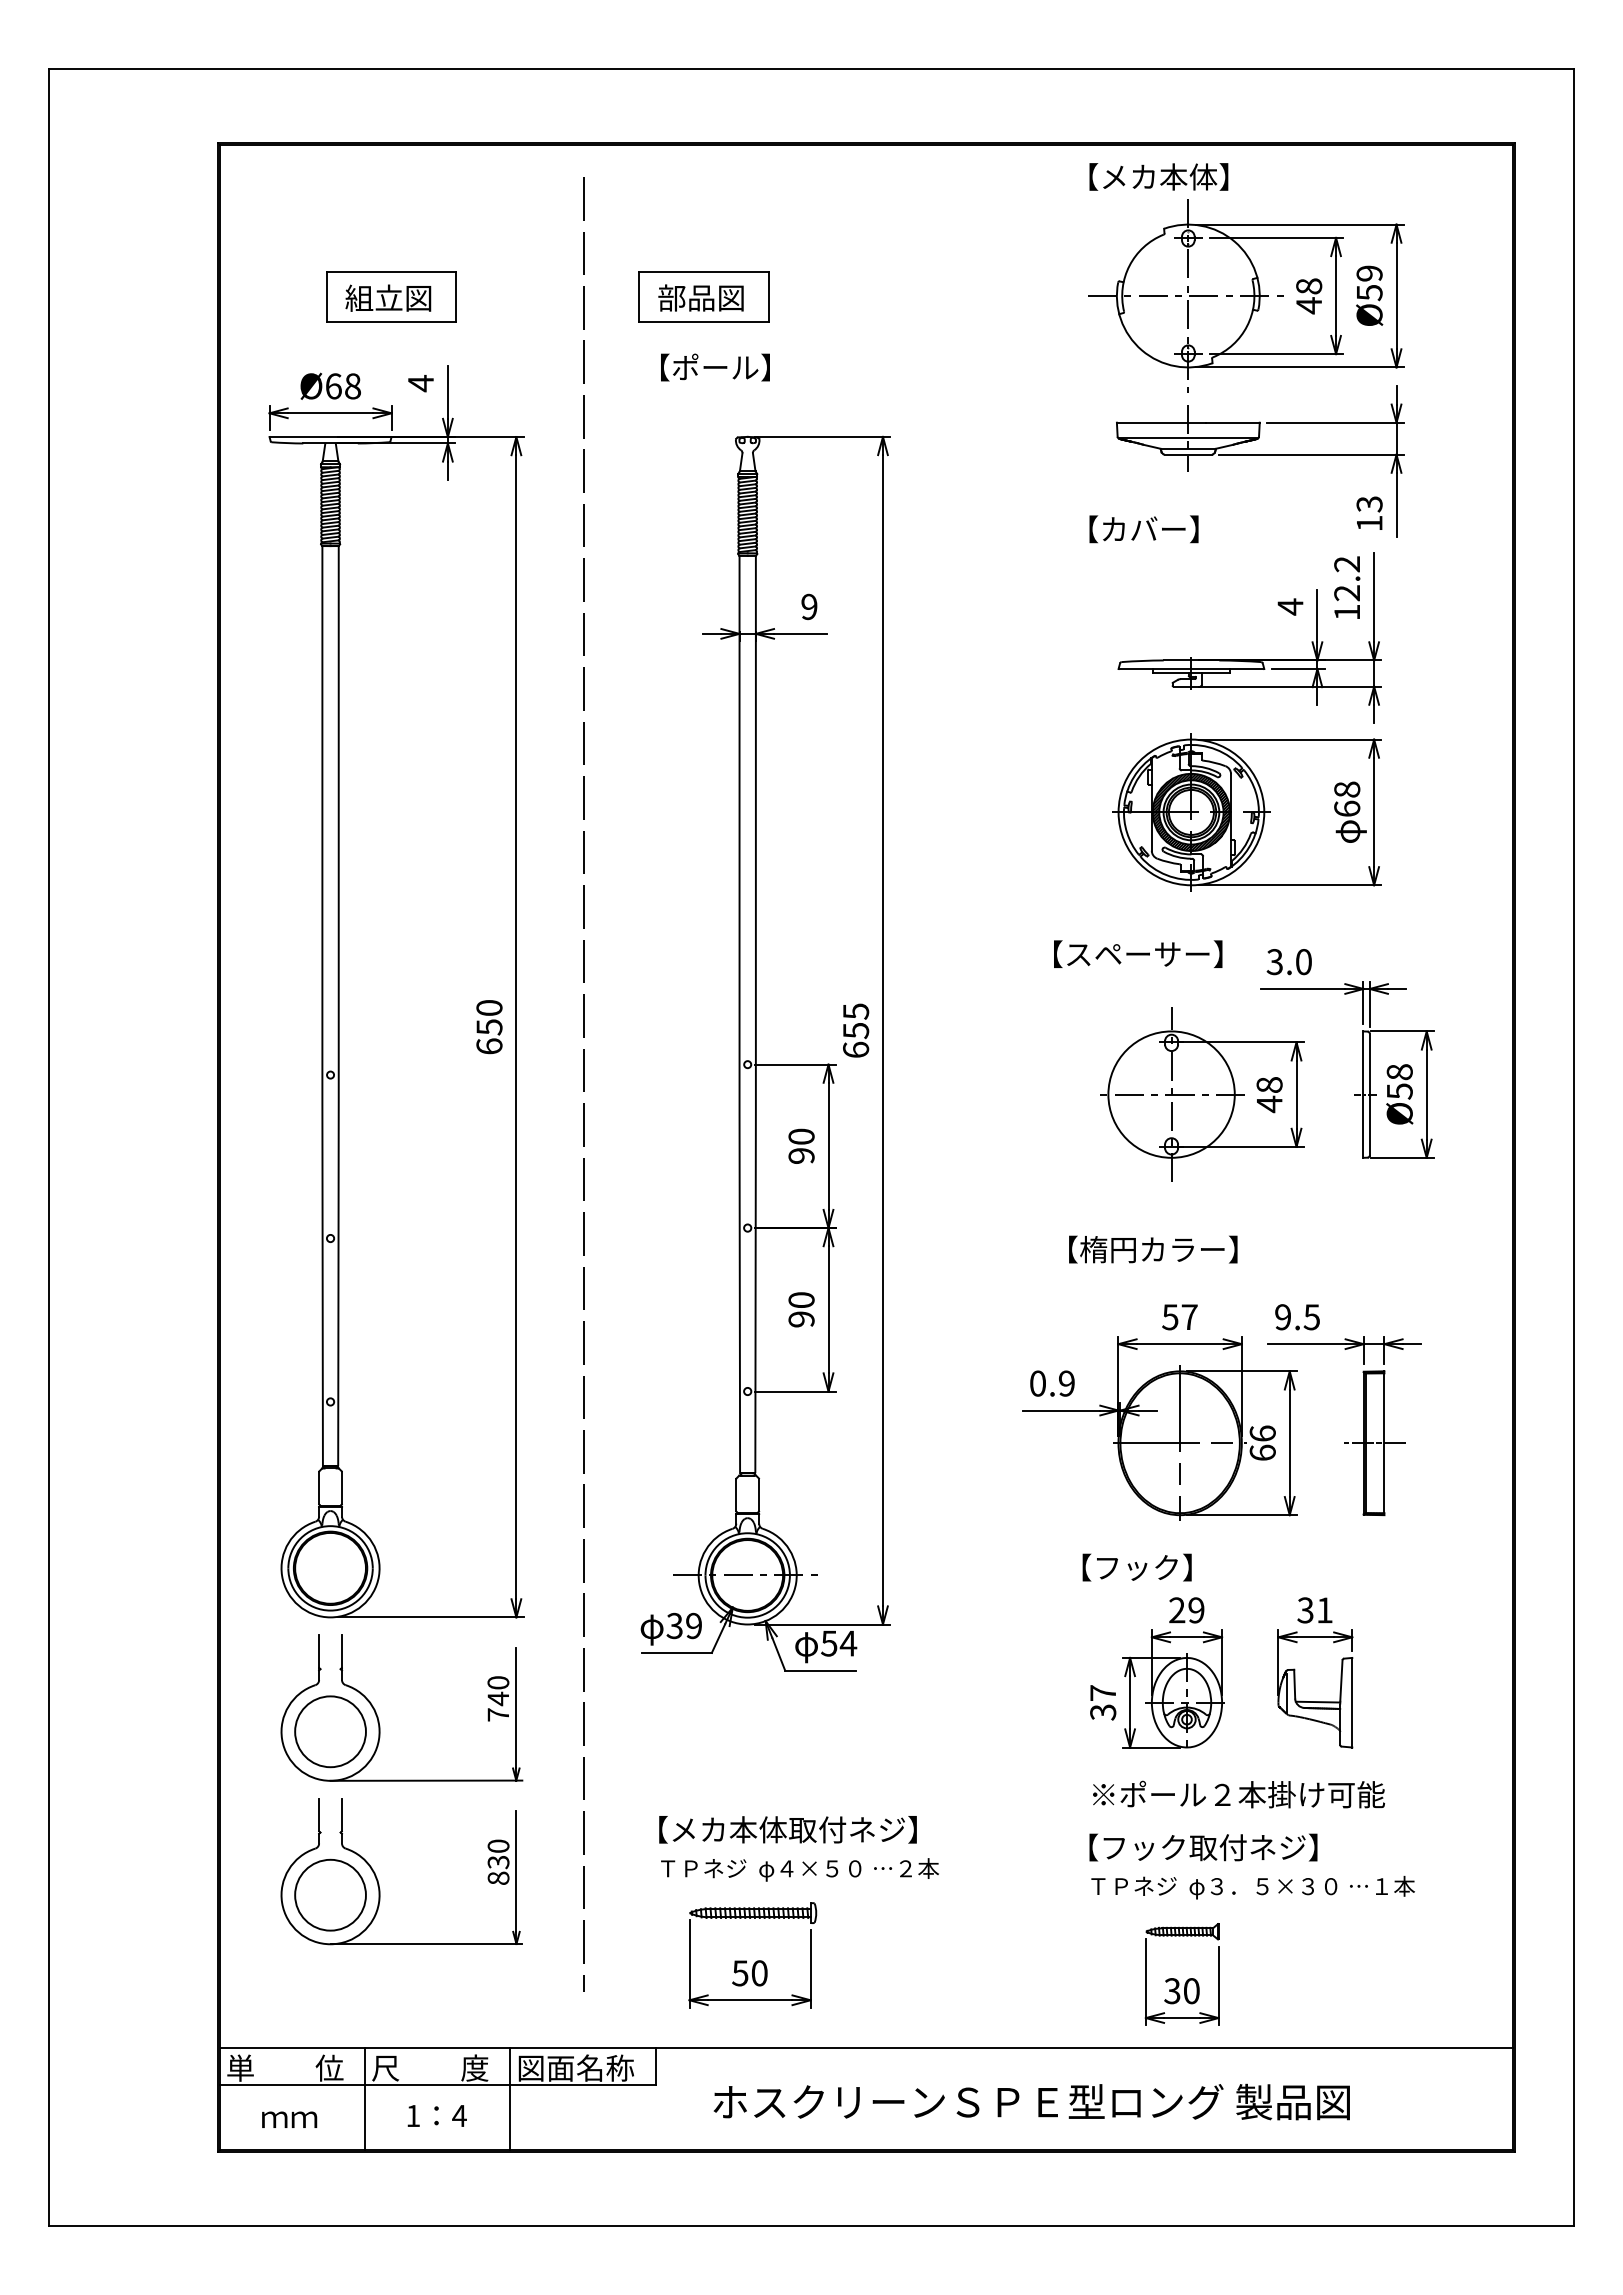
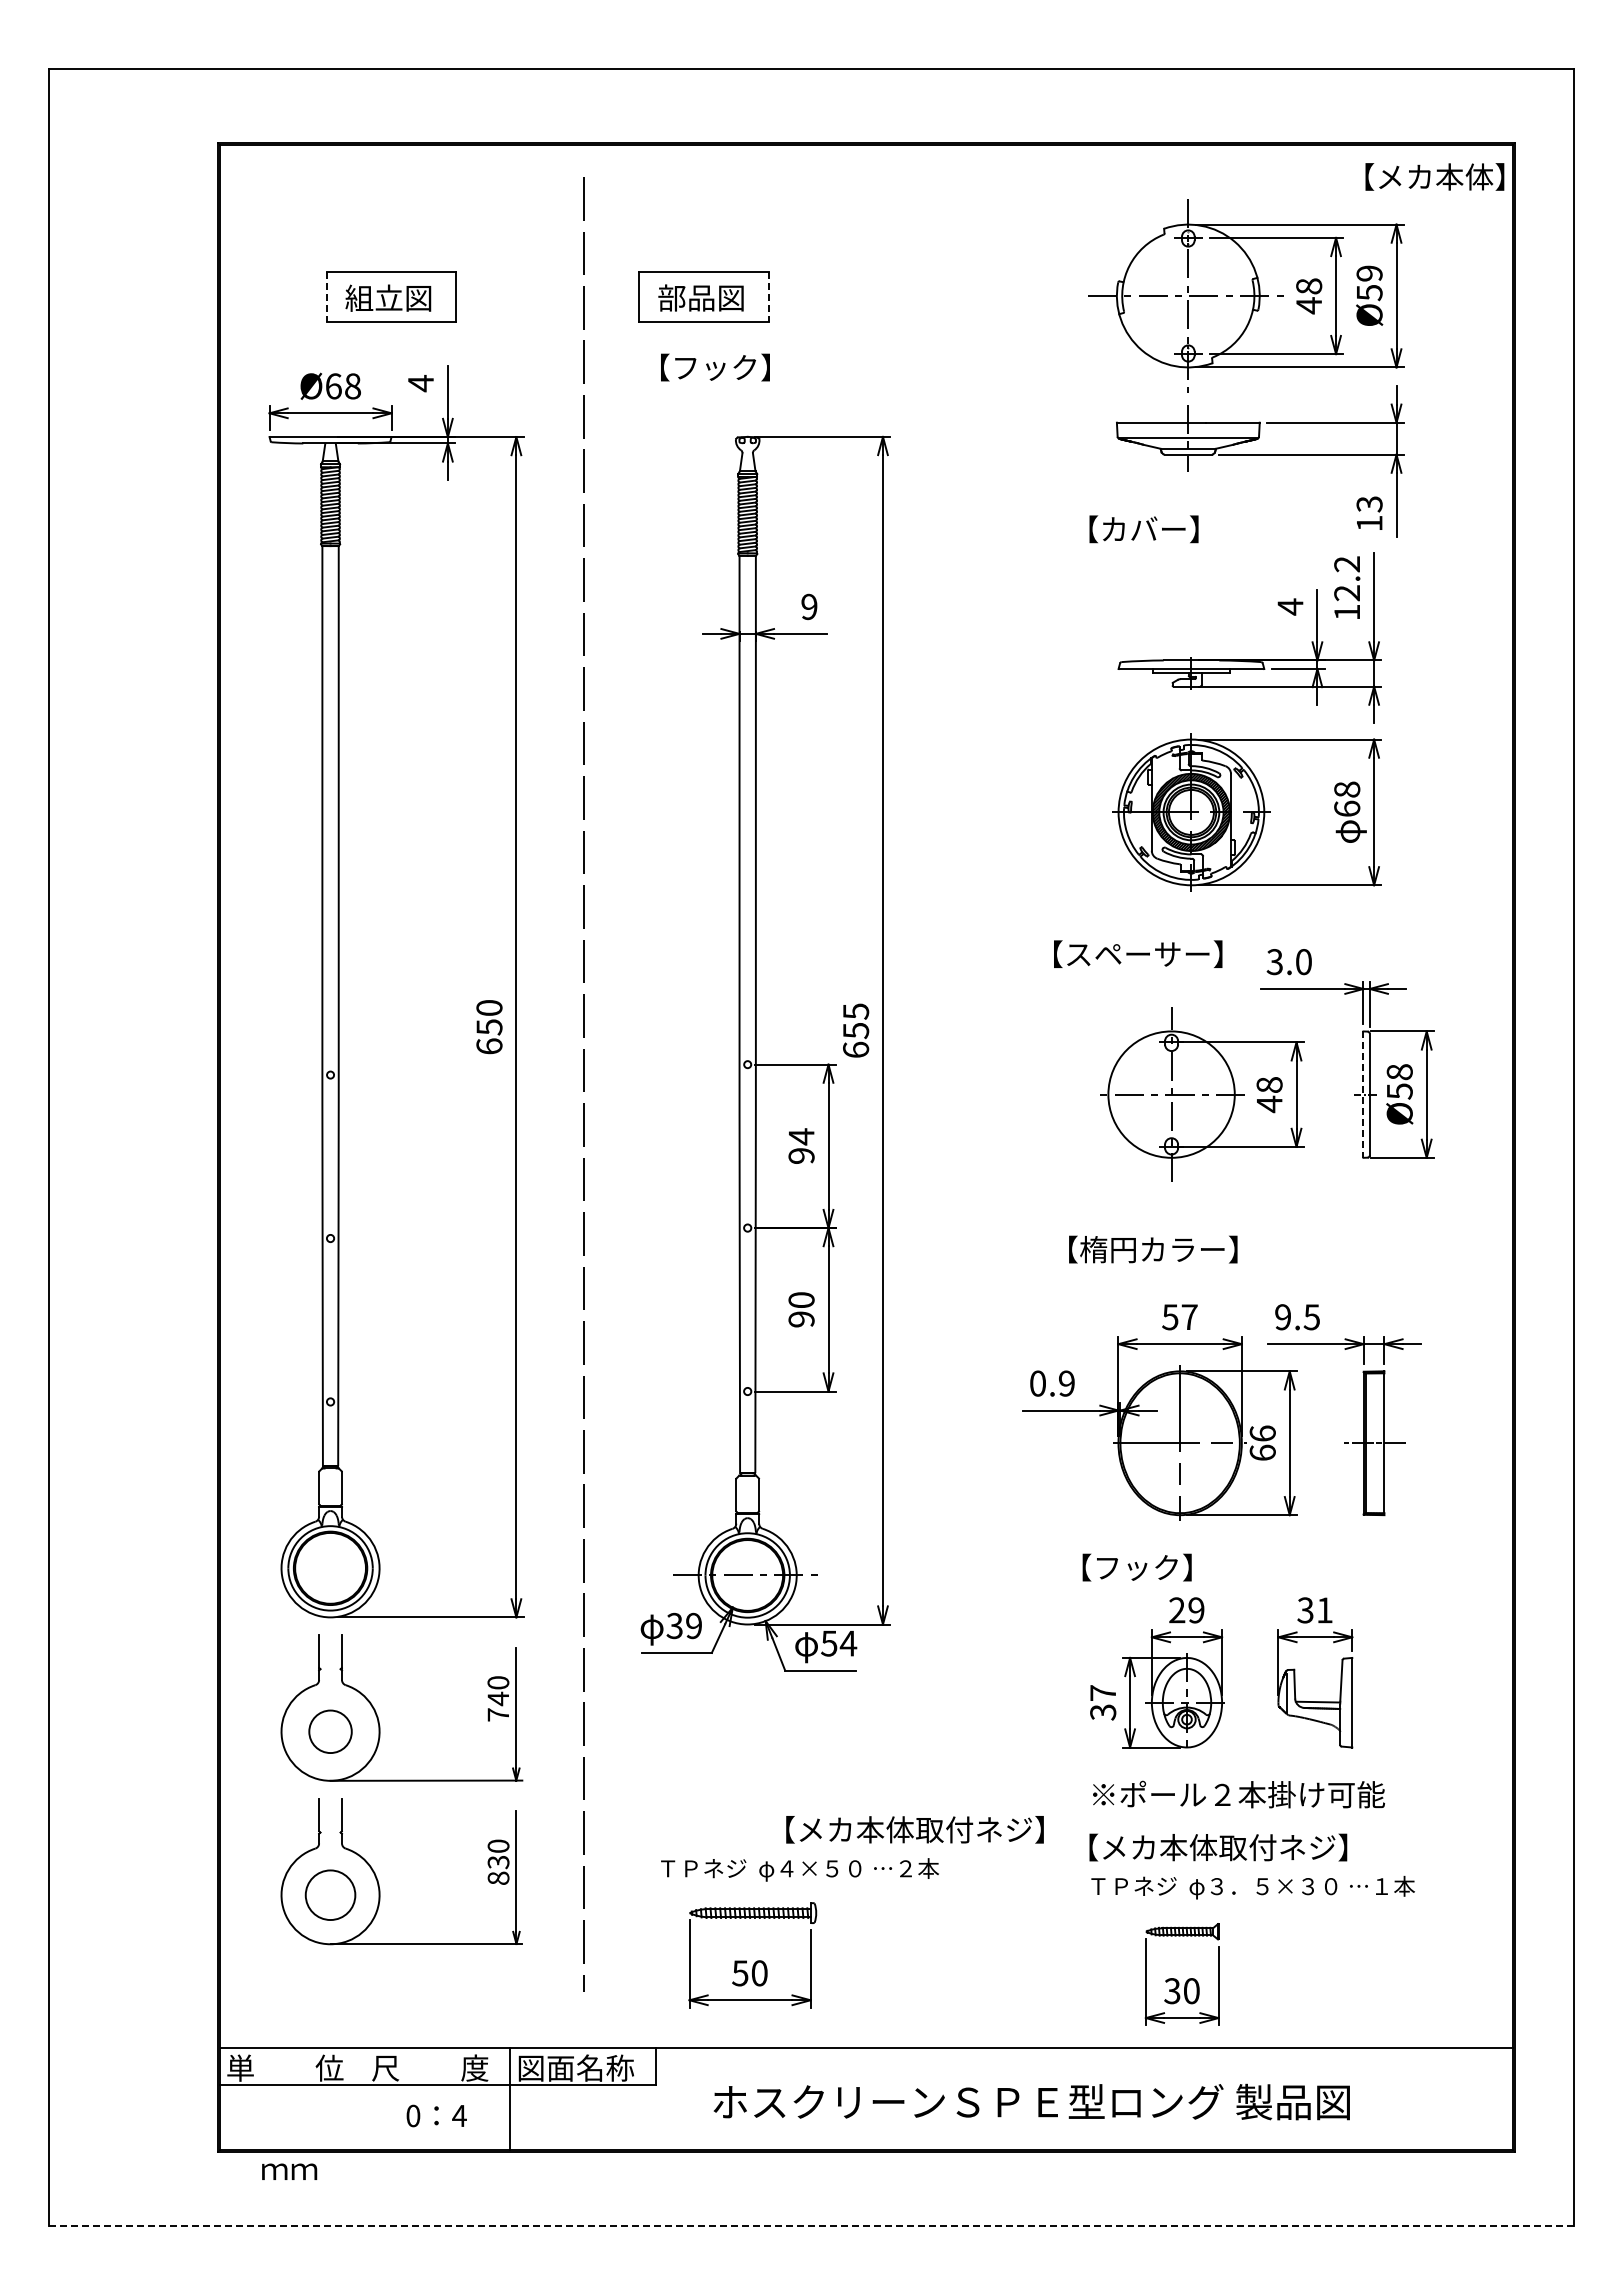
text at (1158, 176) position: (1158, 176) -> (1434, 176)
line at (326, 297): solid -> dashed
line at (768, 297): solid -> dashed
text at (715, 366): 【ポール】 -> 【フック】
line at (1363, 1095): solid -> dashed
text at (801, 1136): 90 -> 94
circle at (330, 1731) diameter: 71 px -> 42 px
text at (787, 1829) position: (787, 1829) -> (914, 1829)
text at (1225, 1847): 【フック取付ネジ】 -> 【メカ本体取付ネジ】
circle at (330, 1894) diameter: 71 px -> 50 px
line at (365, 2098): present -> none
text at (413, 2115): 1 -> 0
text at (289, 2119) position: (289, 2119) -> (289, 2171)
line at (811, 2226): solid -> dashed
